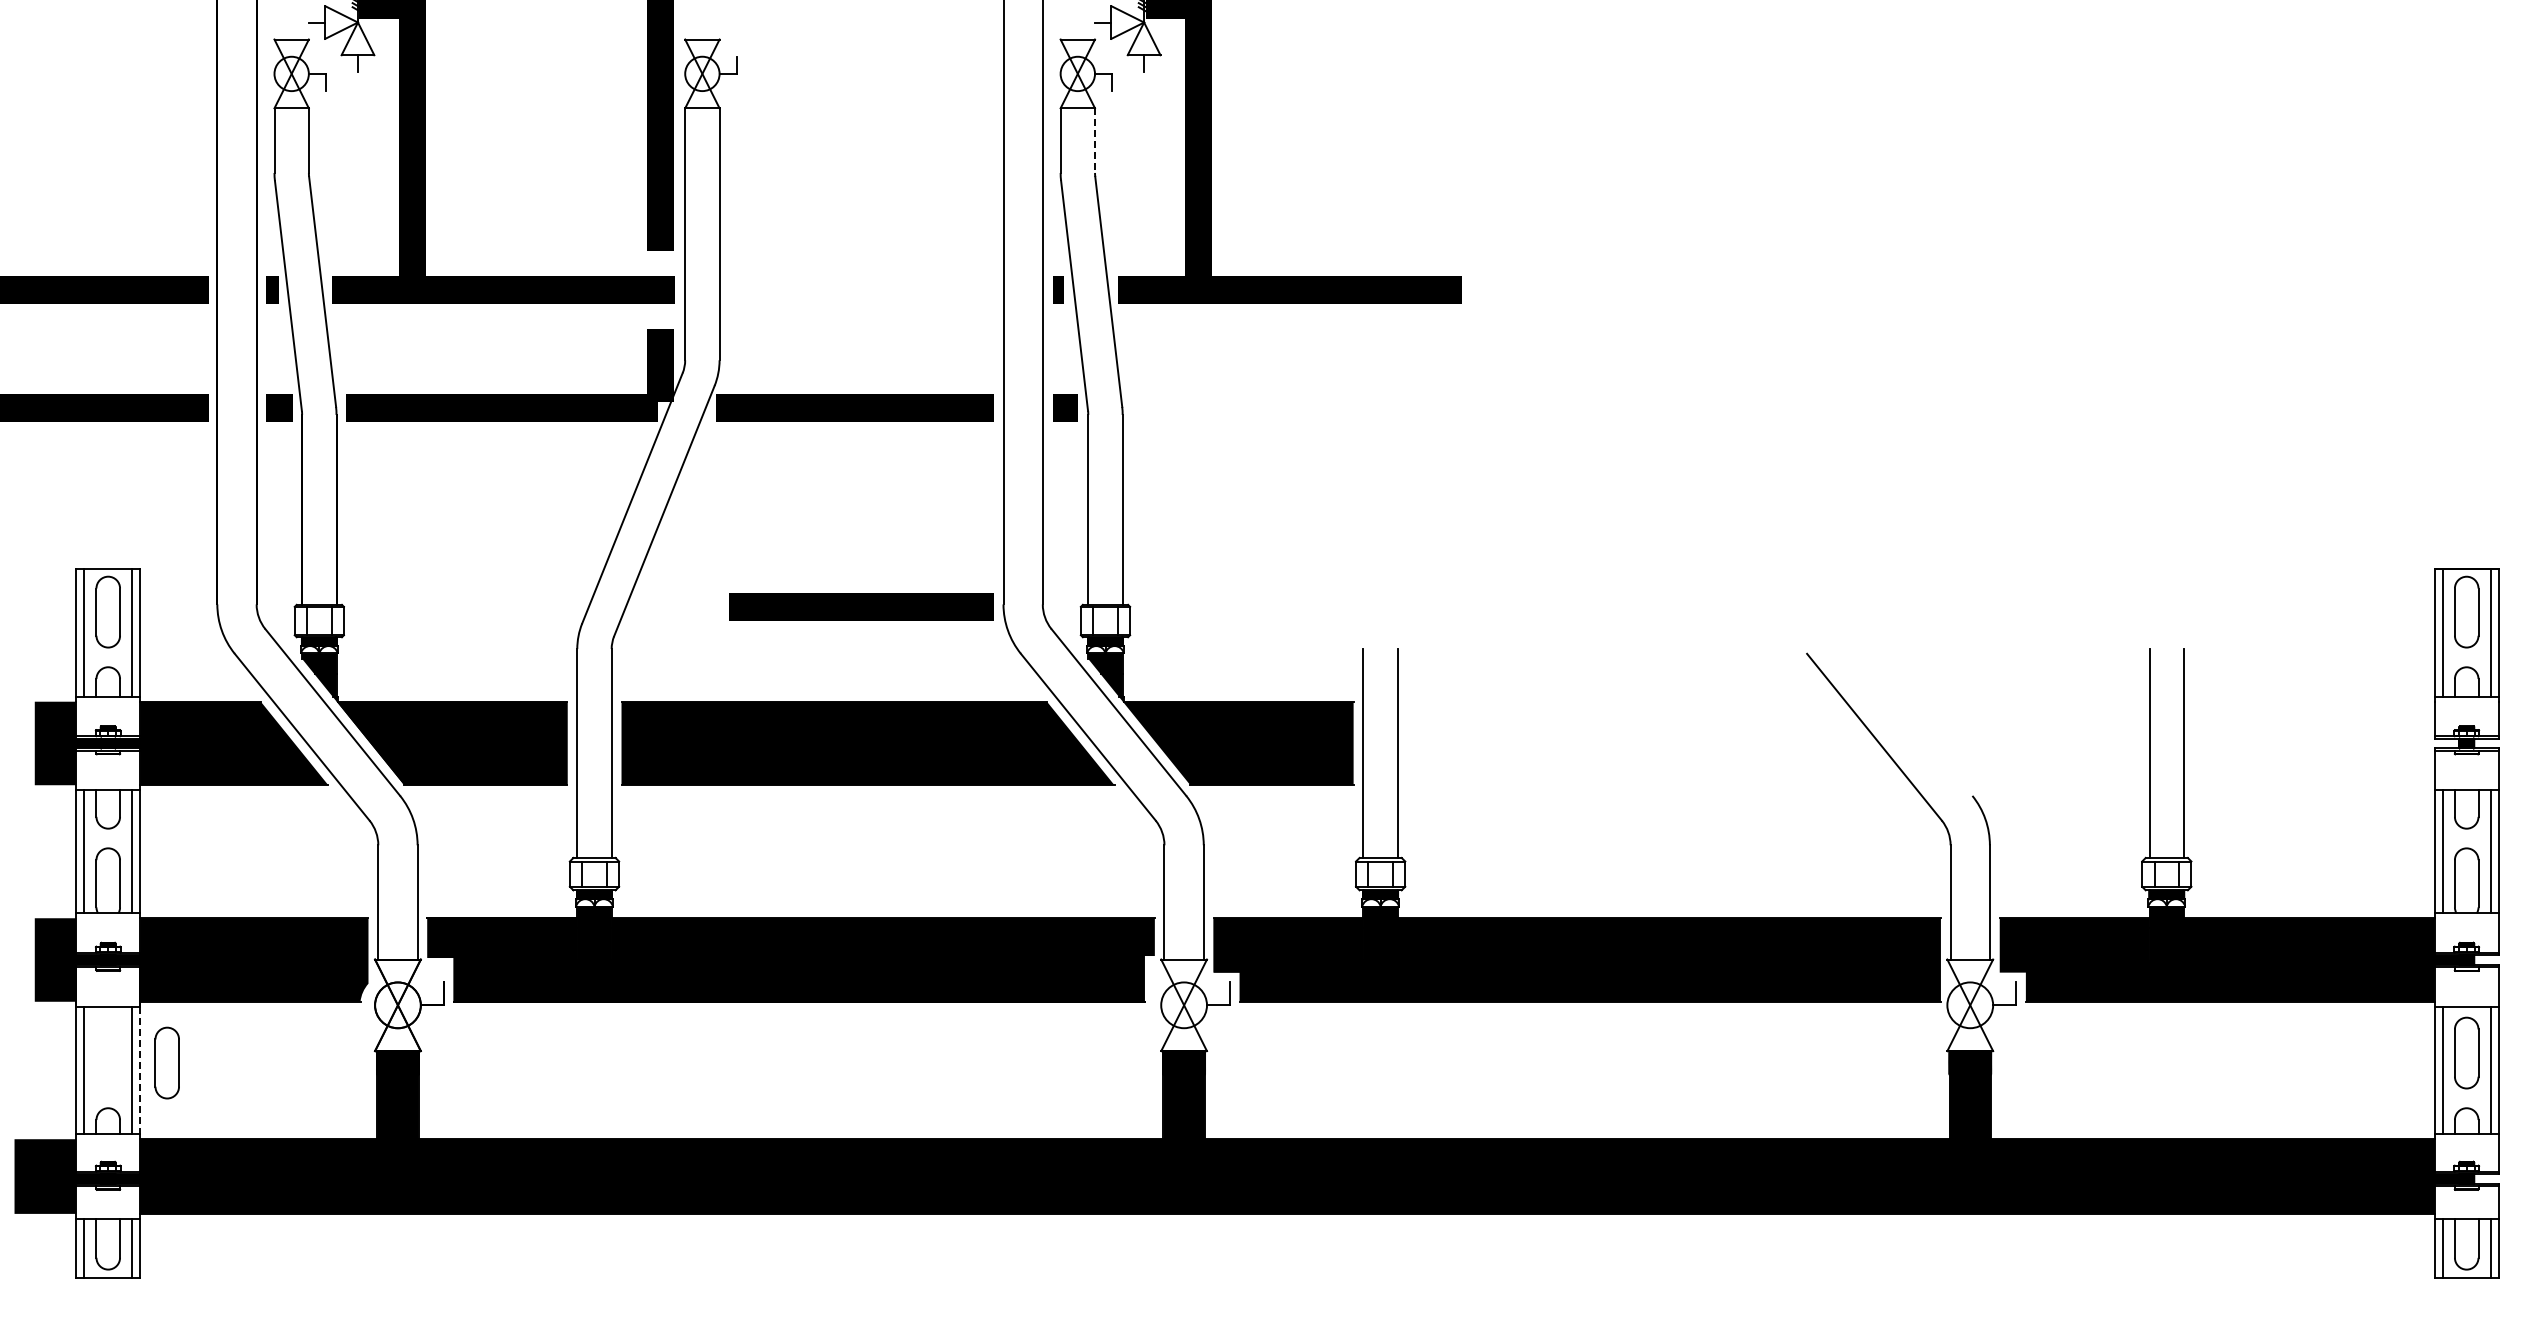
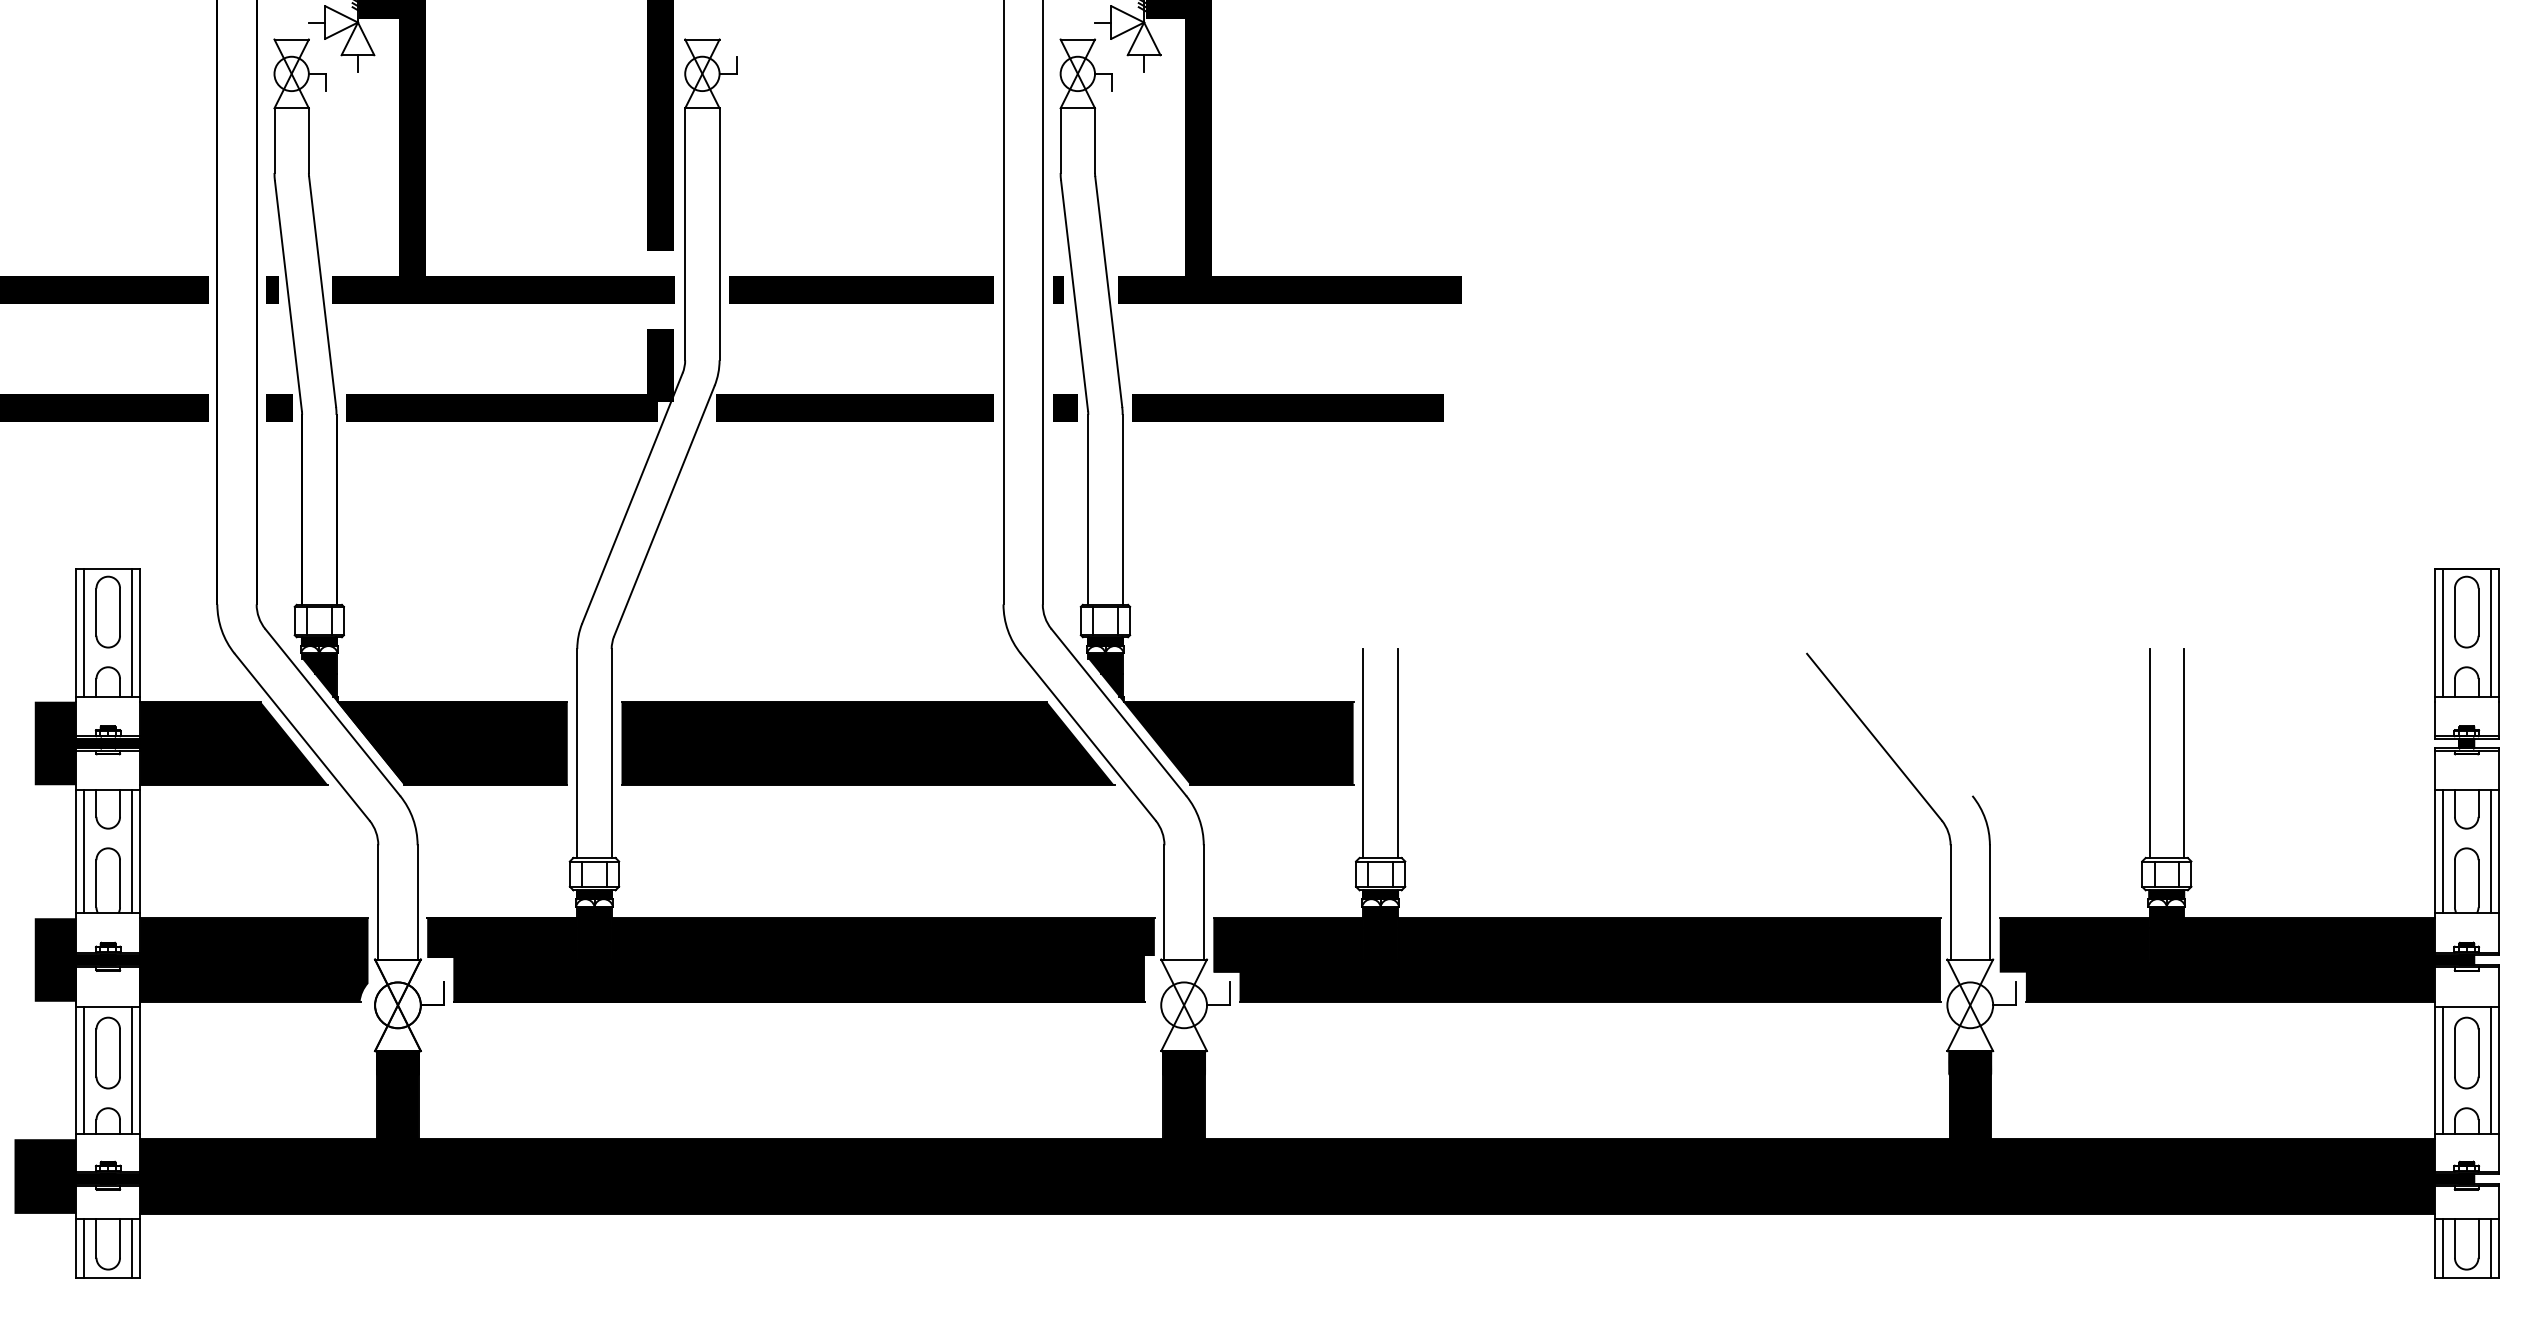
line at (1095, 141): dashed -> solid
line at (1287, 407): none -> present
line at (861, 606) position: (861, 606) -> (861, 289)
part at (166, 1062) position: (166, 1062) -> (107, 1052)
line at (140, 1070): dashed -> solid
